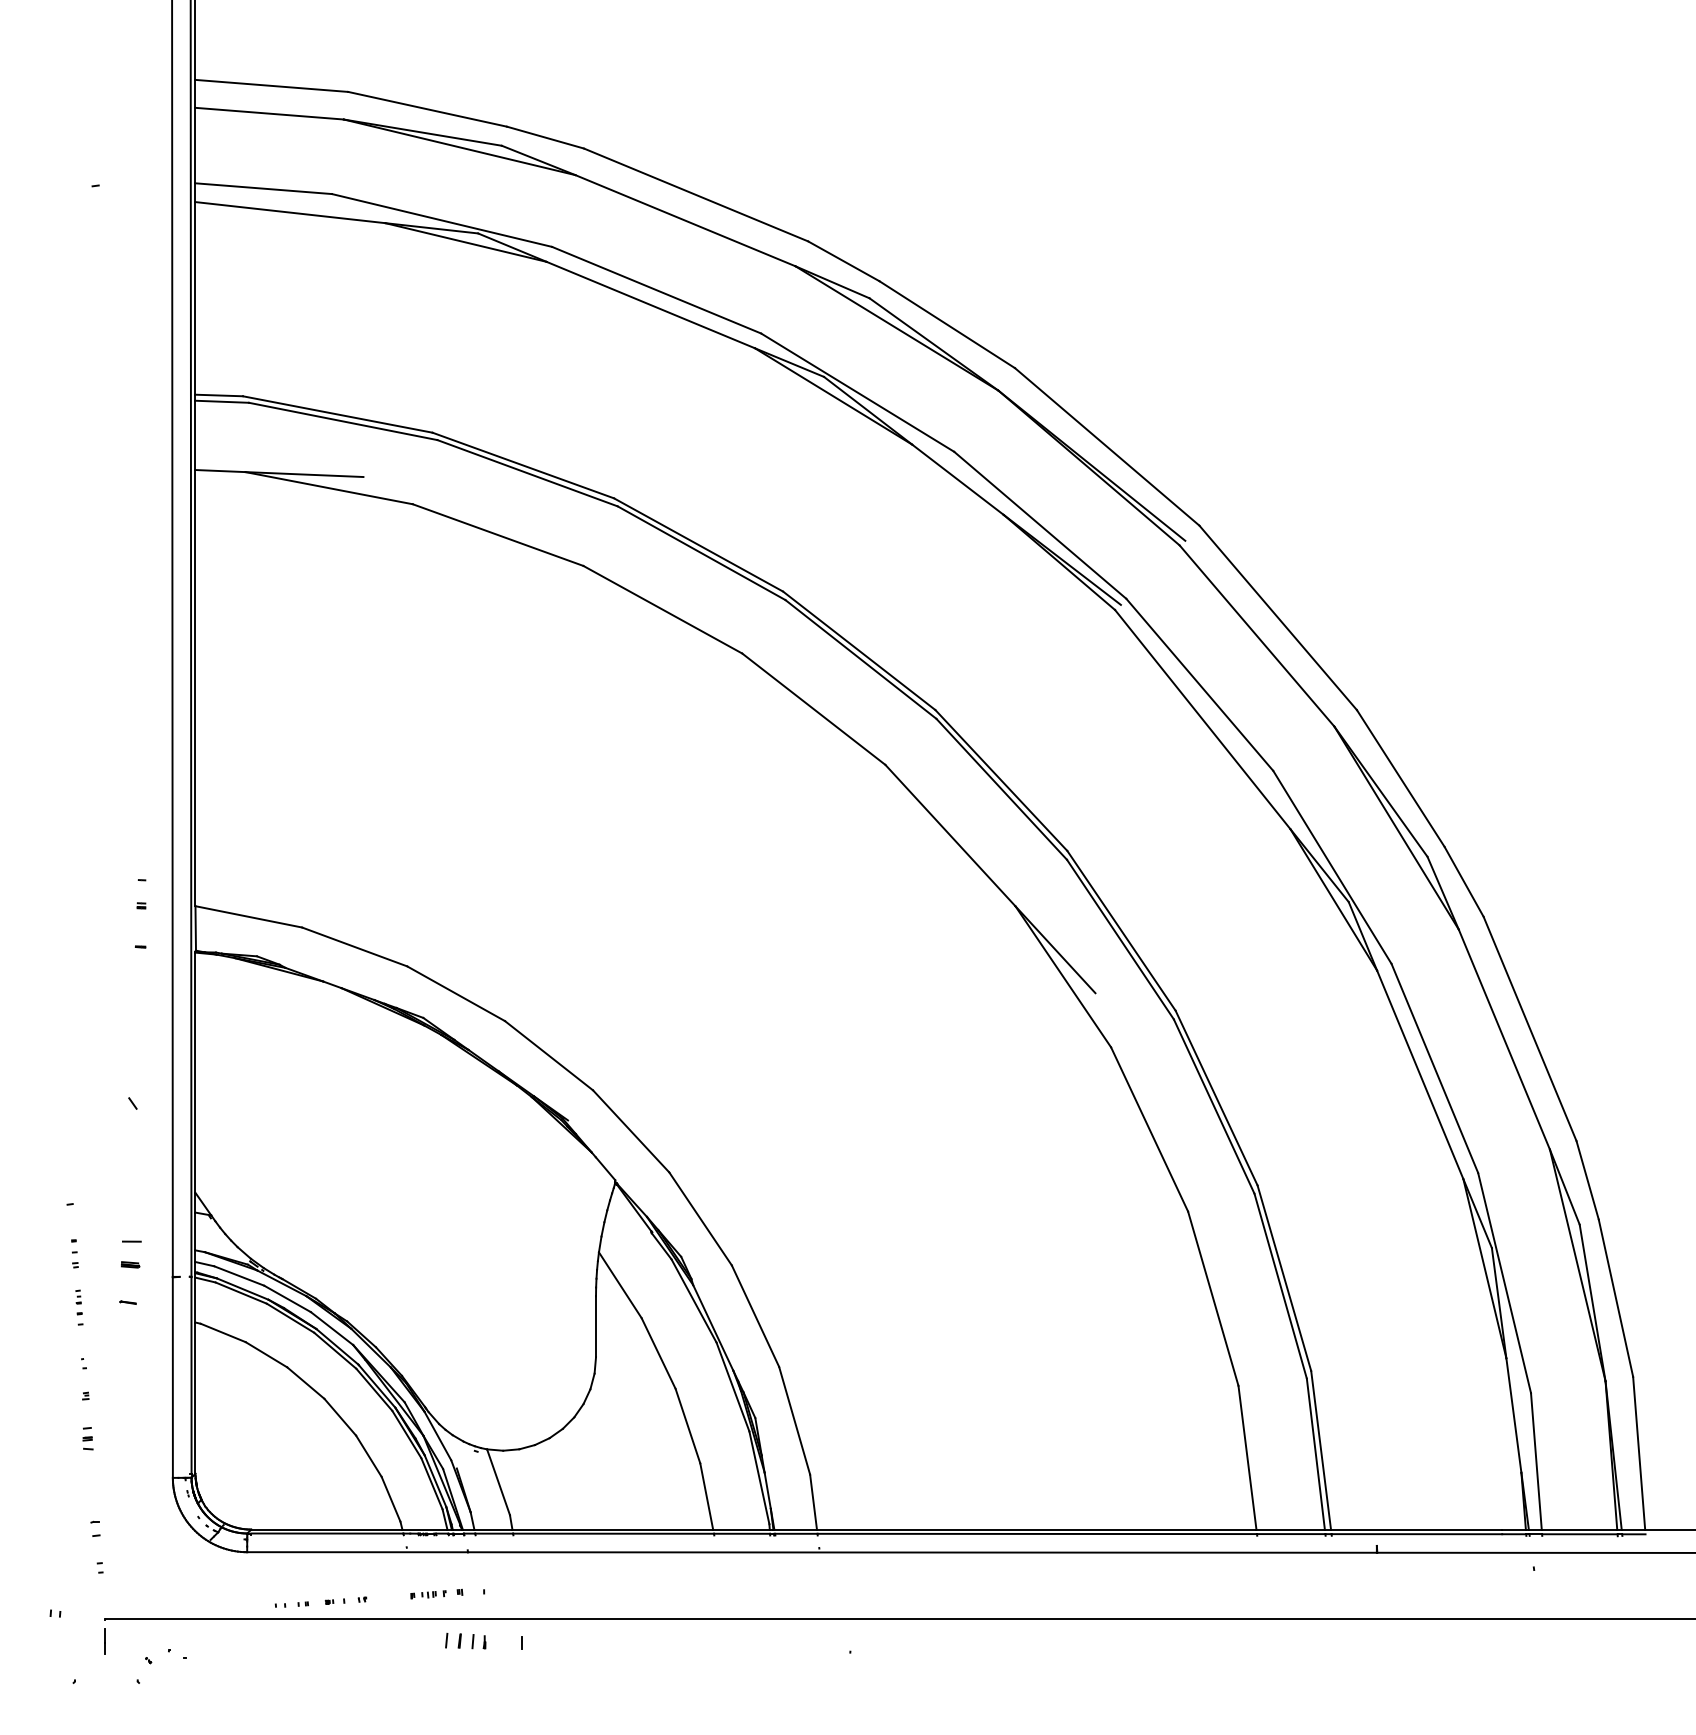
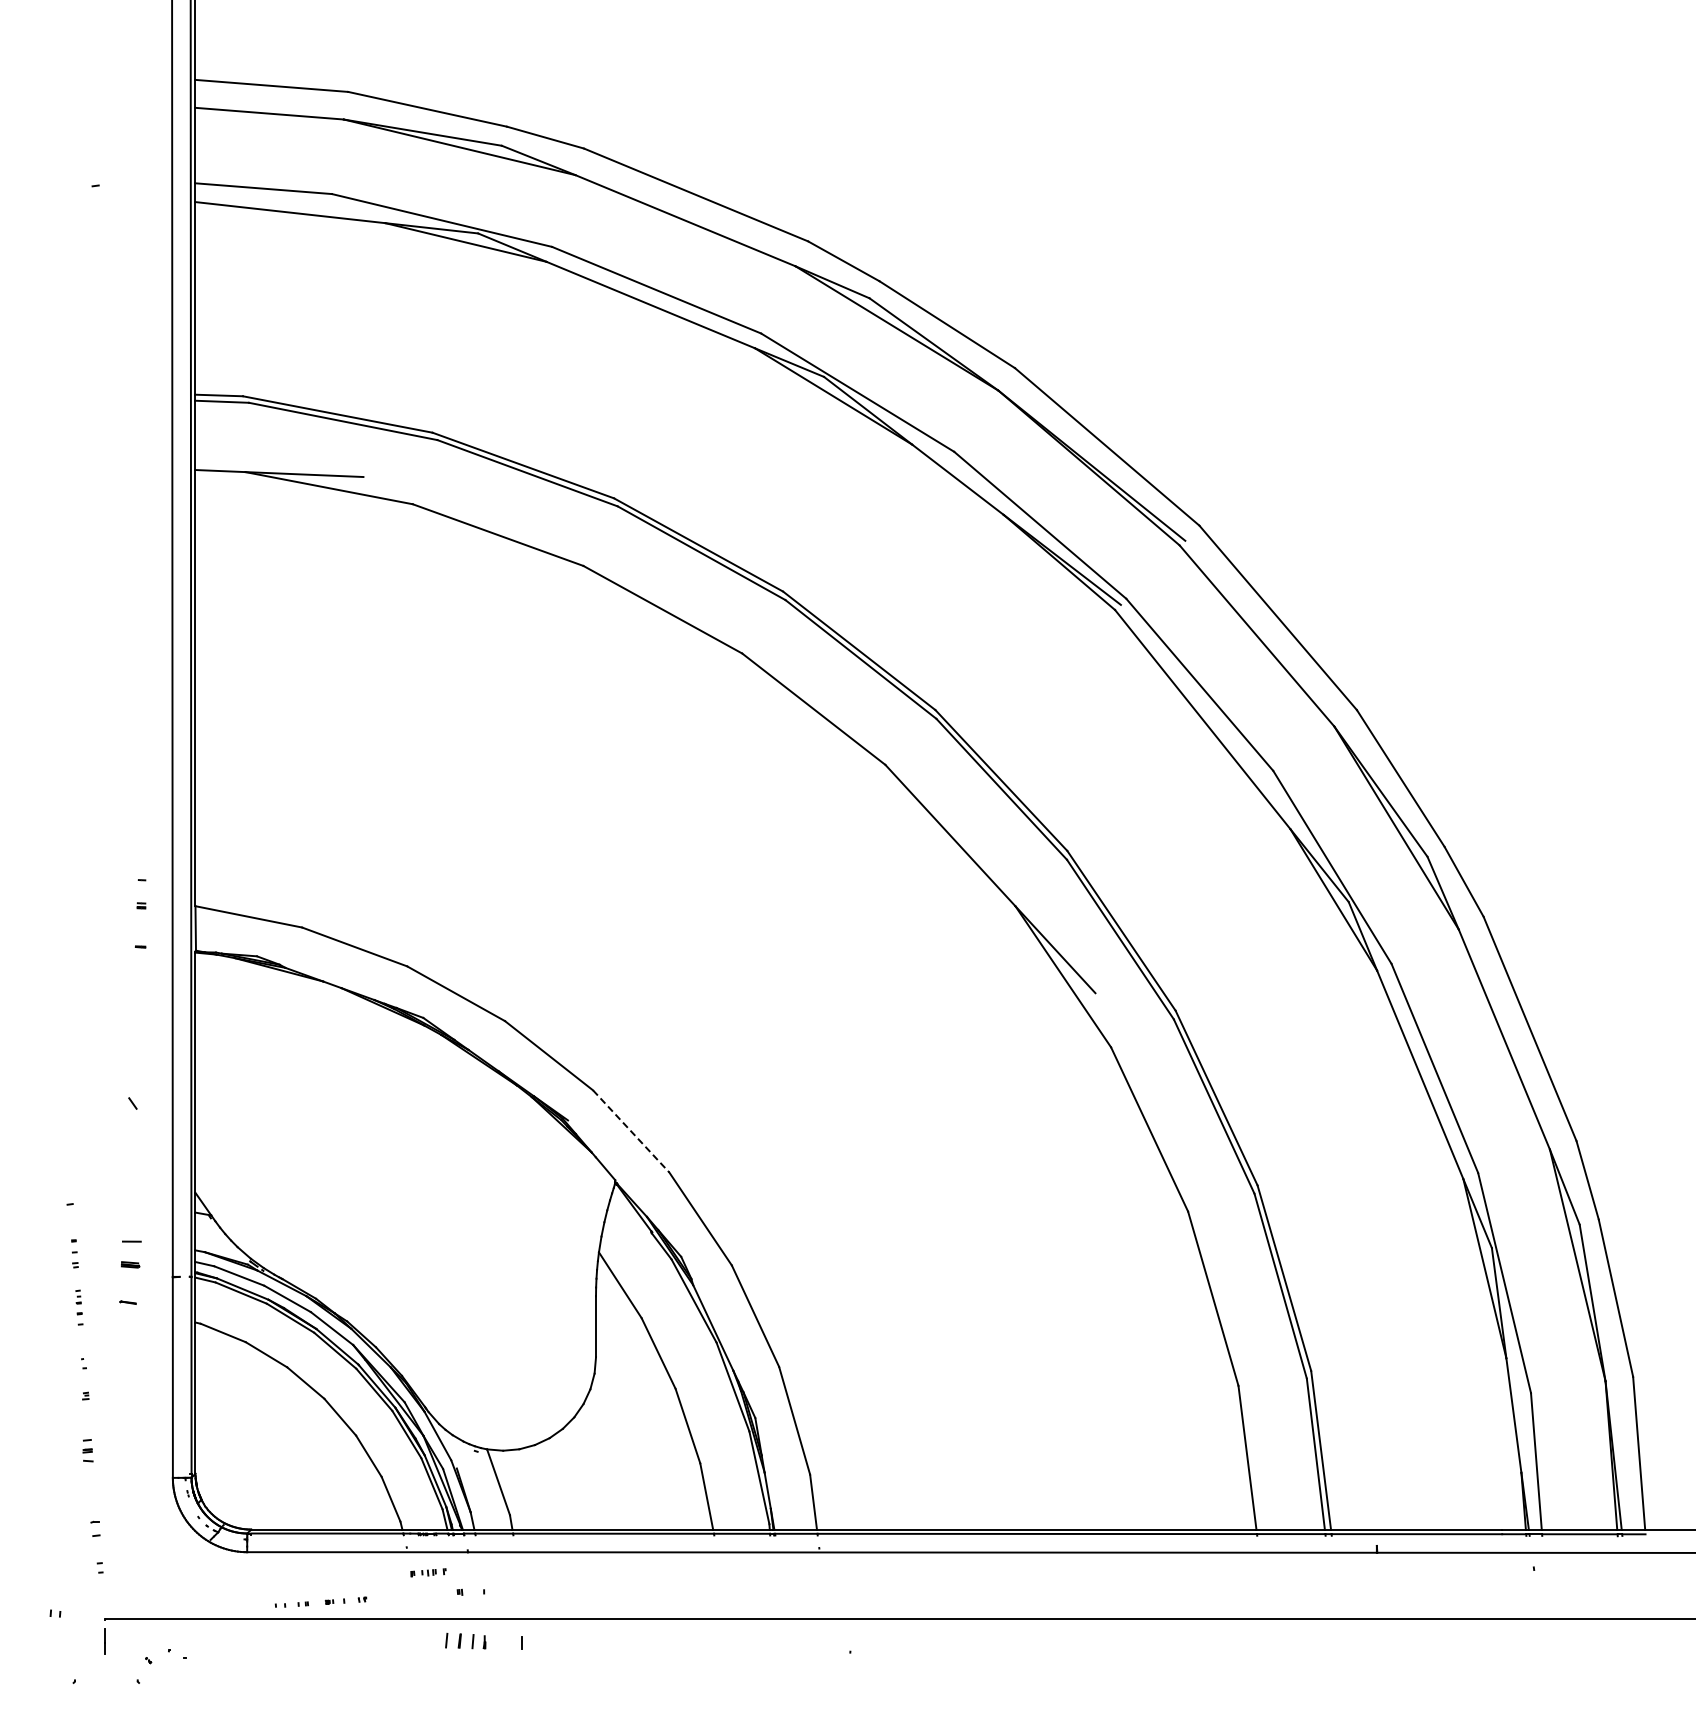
line at (631, 1131): solid -> dashed
part at (87, 1438) position: (87, 1438) -> (87, 1450)
part at (428, 1594) position: (428, 1594) -> (428, 1572)
